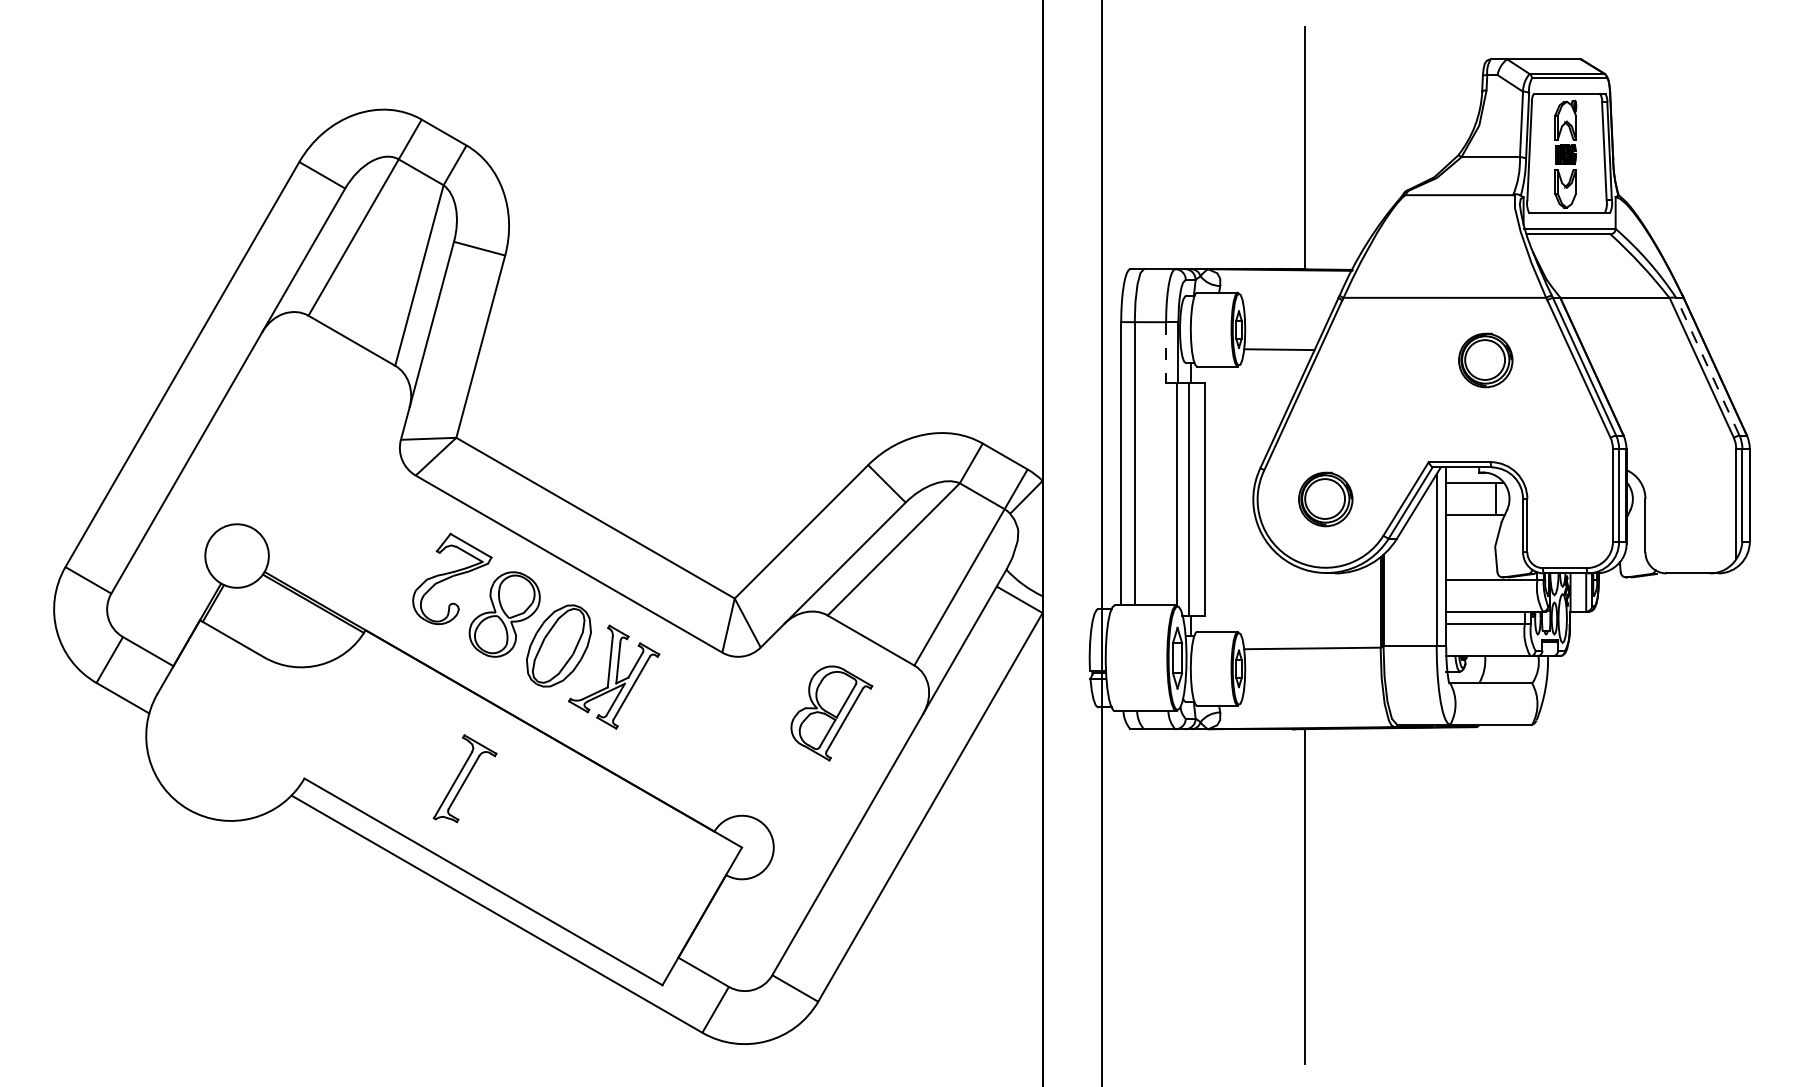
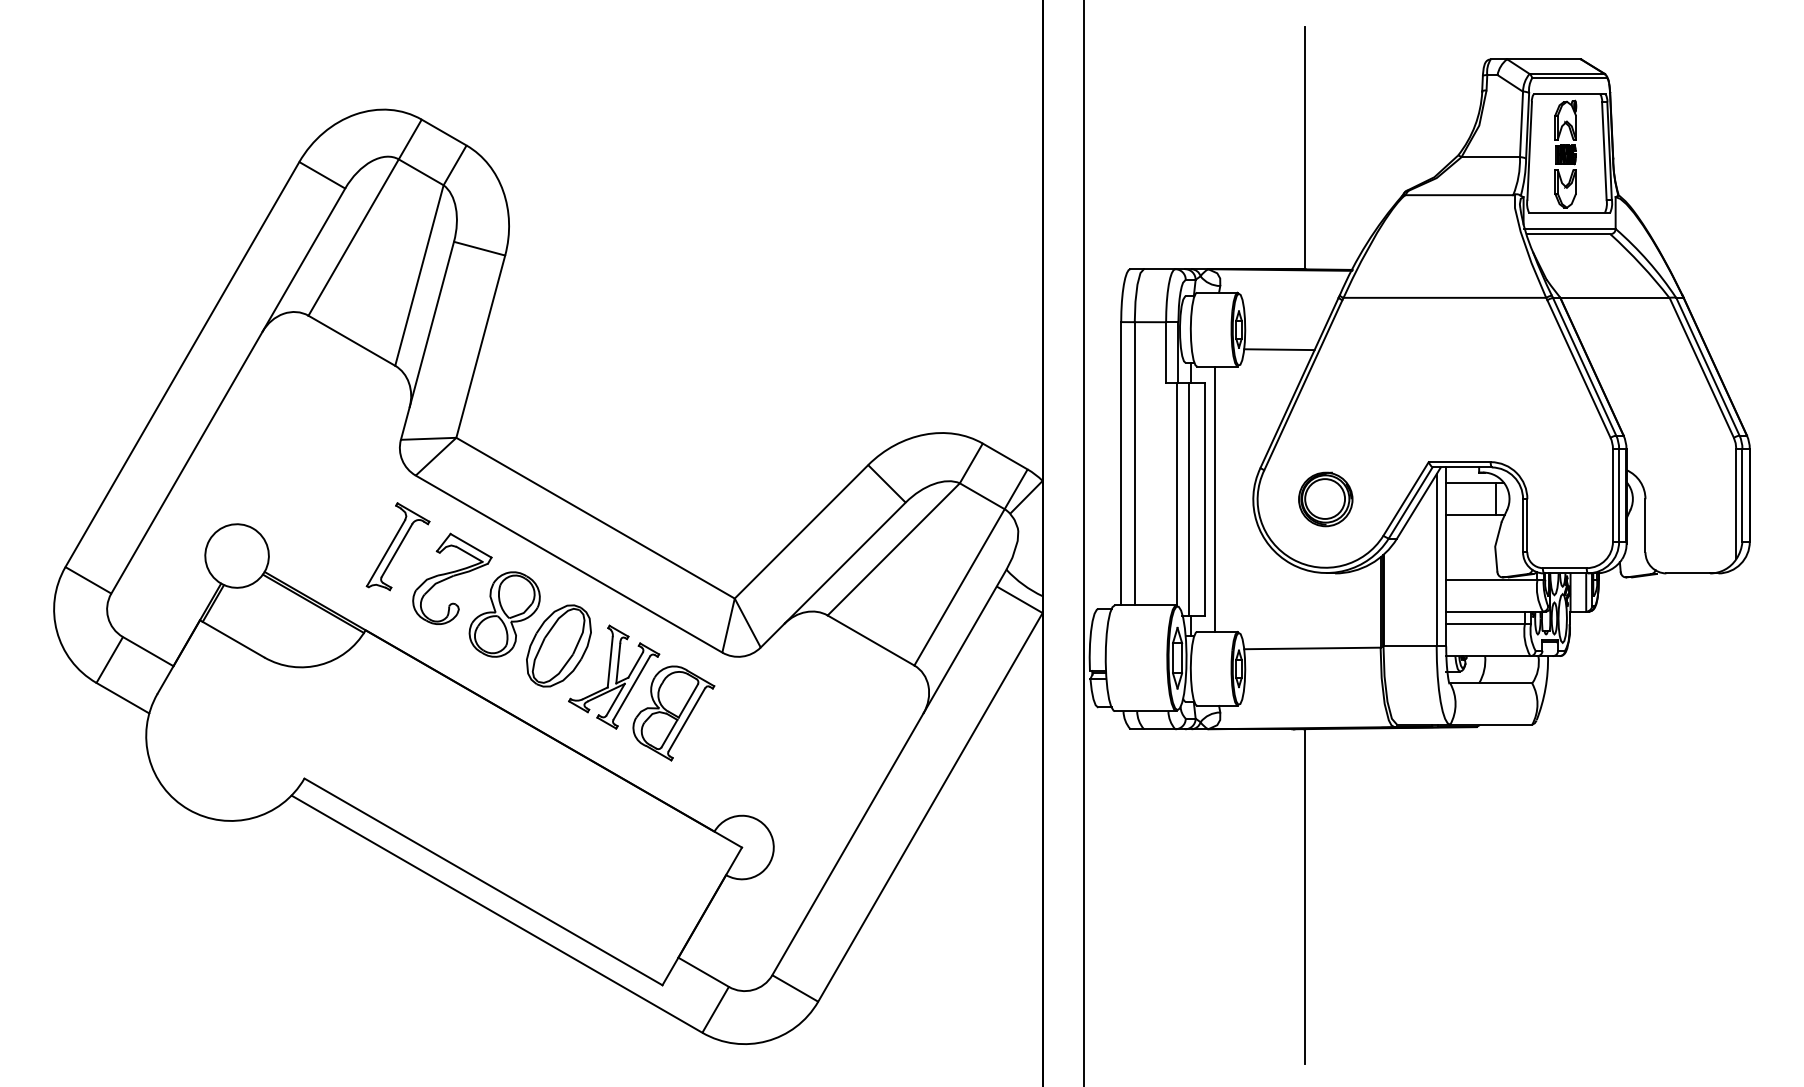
line at (1166, 352): dashed -> solid
part at (1485, 360): present -> none
line at (1707, 366): dashed -> solid
line at (1214, 498): none -> present
line at (1102, 542) position: (1102, 542) -> (1084, 542)
part at (831, 713) position: (831, 713) -> (673, 713)
part at (464, 778) position: (464, 778) -> (397, 546)
